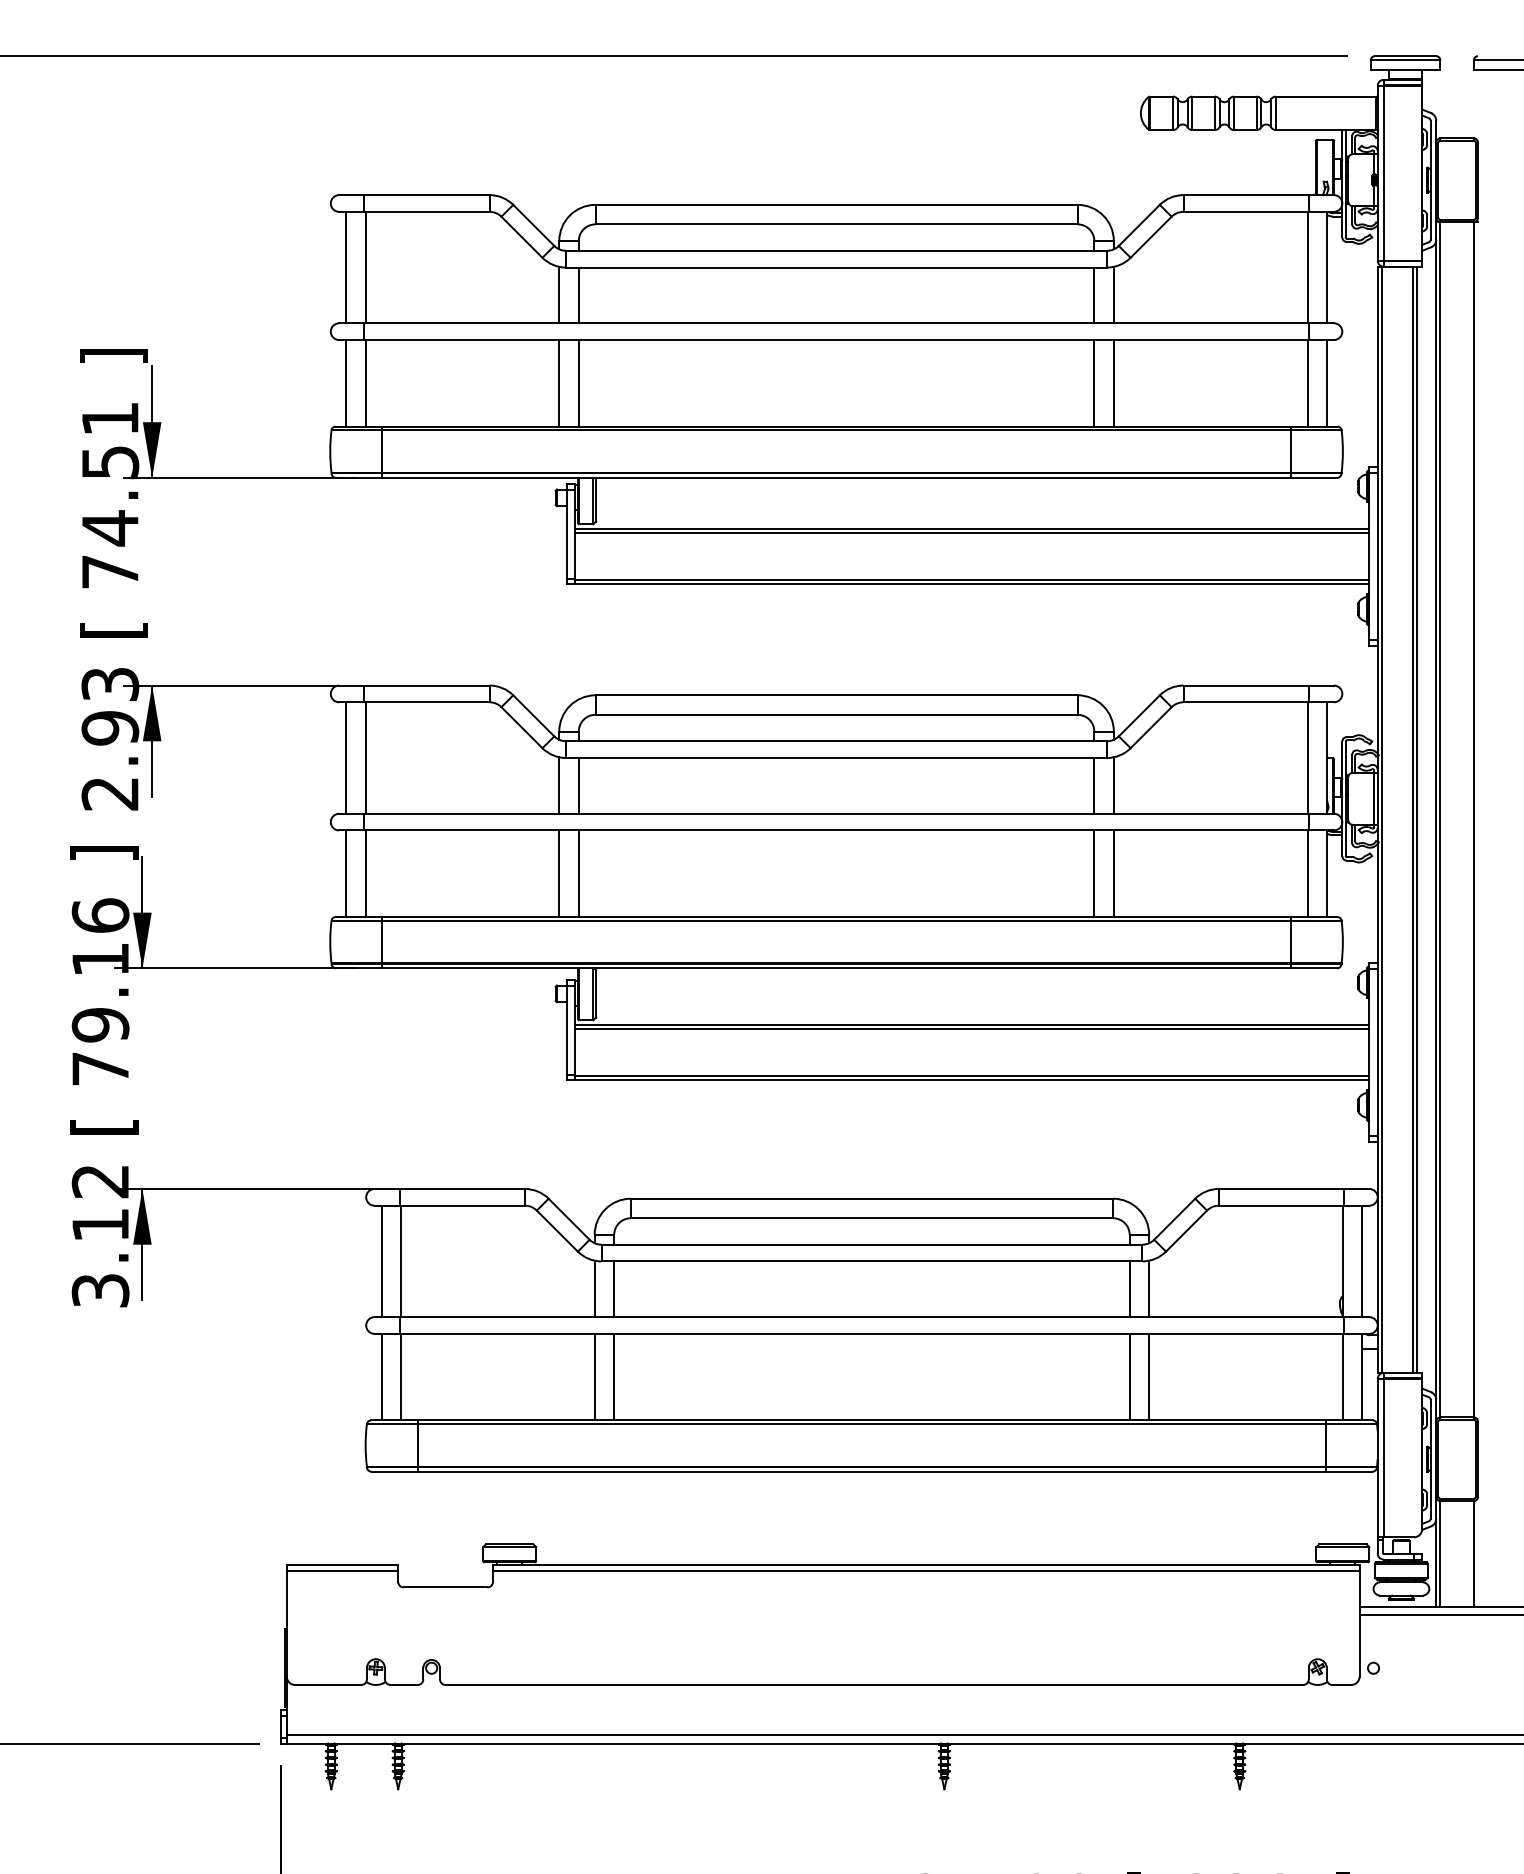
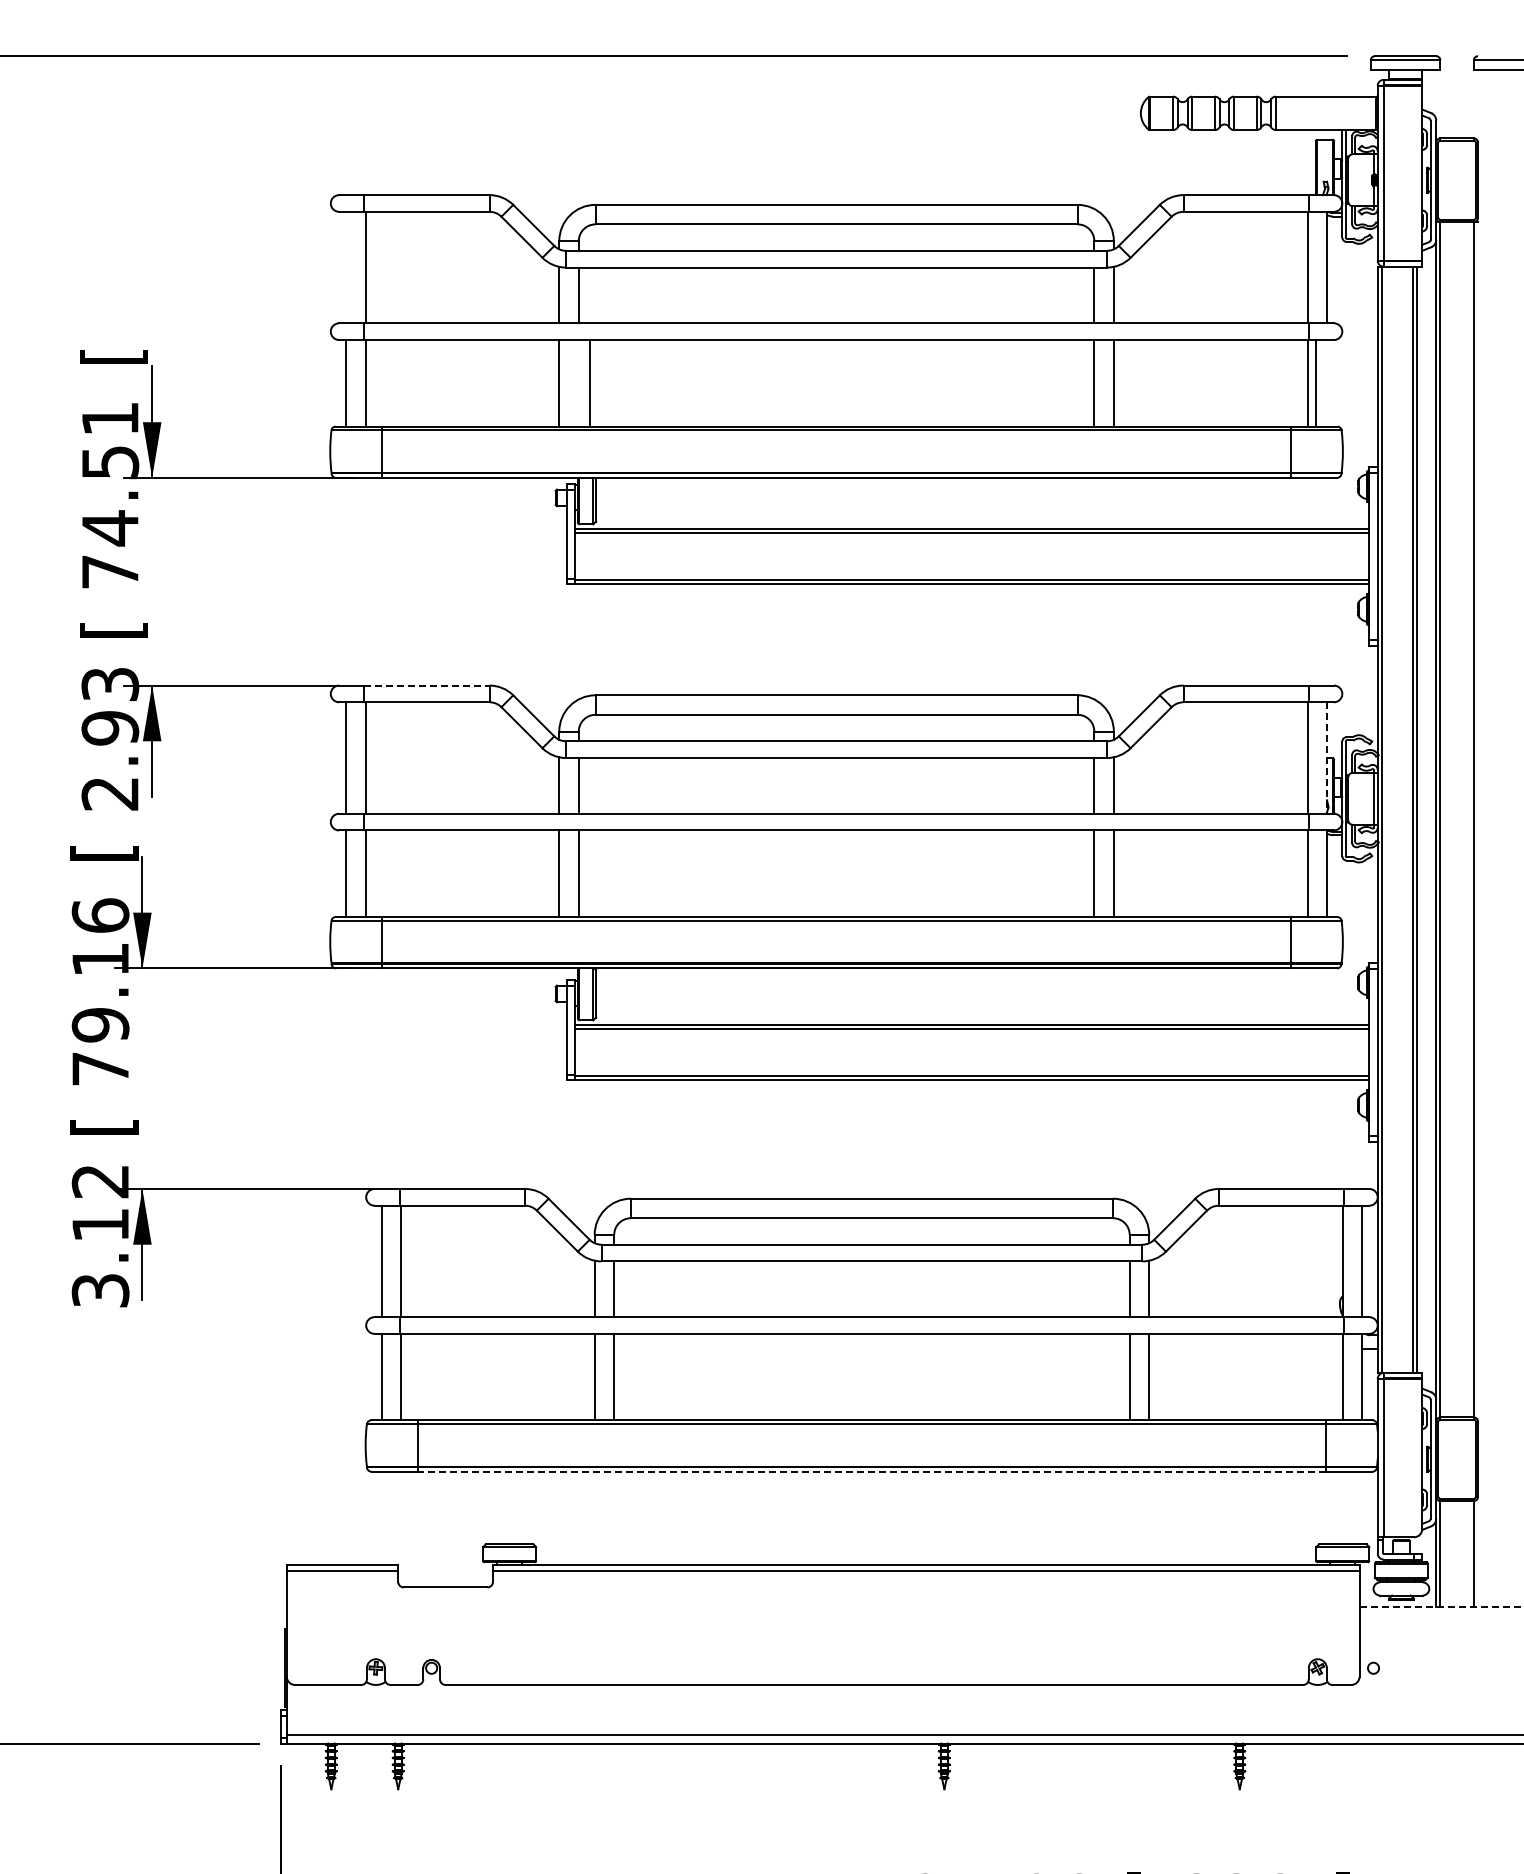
line at (346, 267): present -> none
text at (113, 356): ] -> [
line at (578, 383) position: (578, 383) -> (589, 383)
line at (1327, 383) position: (1327, 383) -> (1316, 383)
line at (426, 685): solid -> dashed
line at (1327, 758): solid -> dashed
text at (104, 853): ] -> [
line at (871, 1471): solid -> dashed
line at (1441, 1606): solid -> dashed
line at (1439, 1615): present -> none
